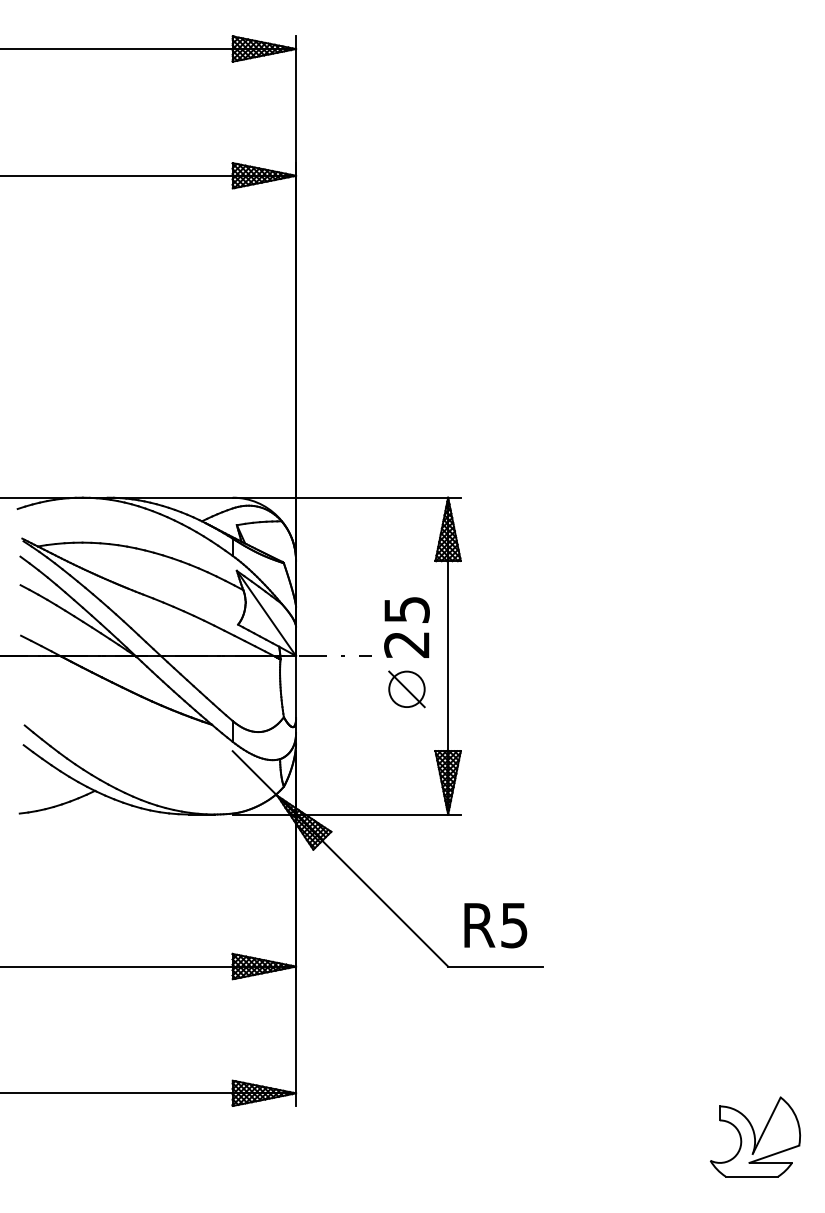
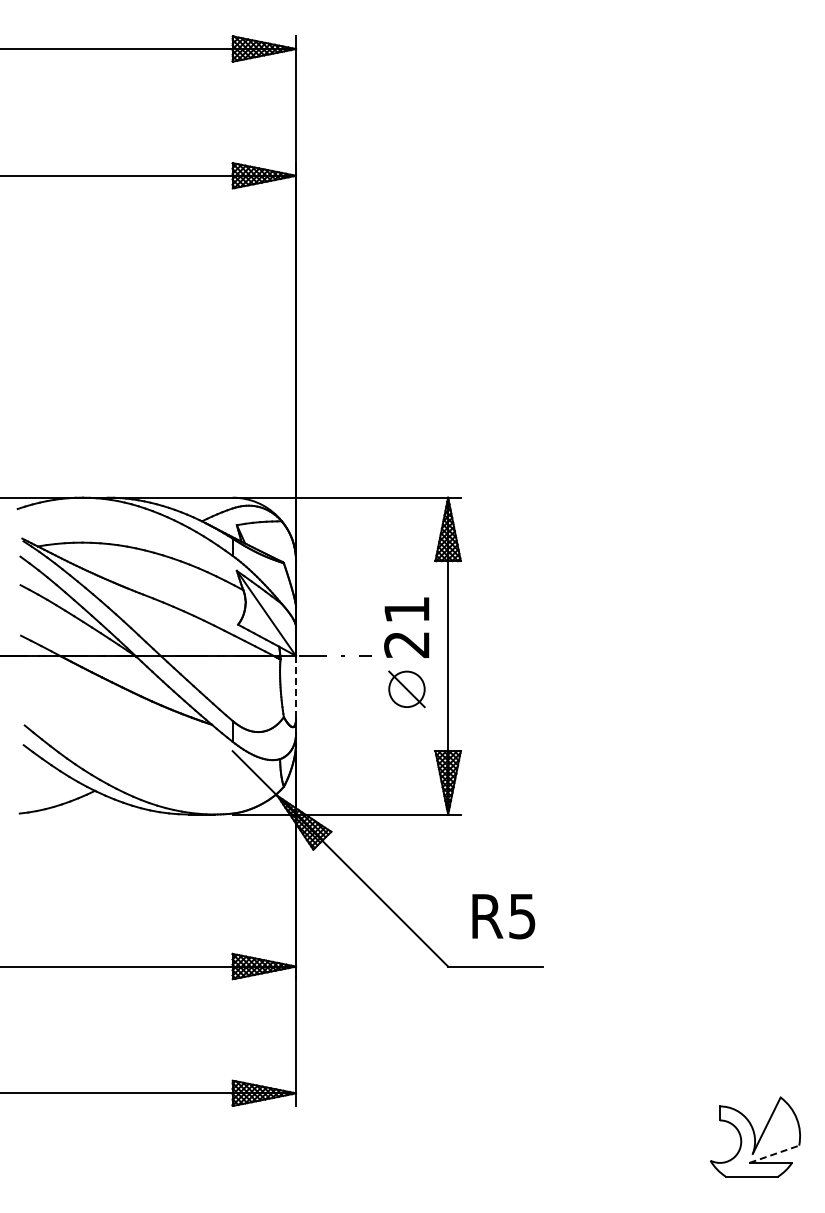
text at (406, 609): 25 -> 21
line at (296, 686): solid -> dashed
text at (495, 925) position: (495, 925) -> (503, 916)
line at (774, 1154): solid -> dashed
